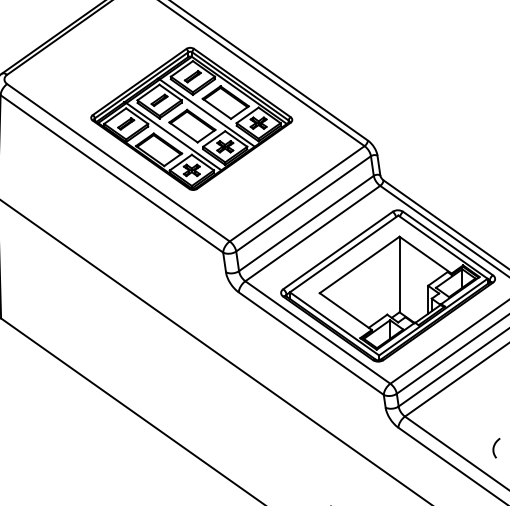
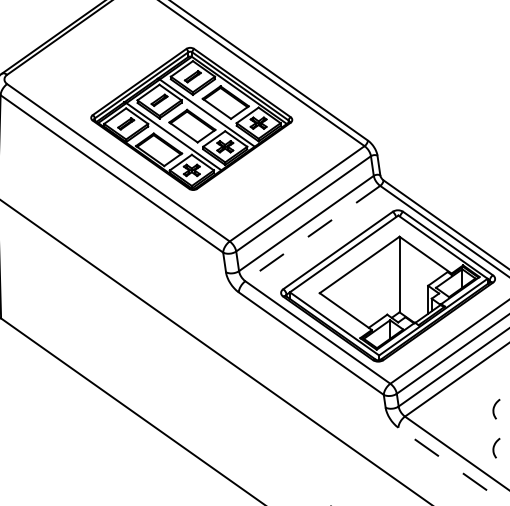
line at (312, 233): solid -> dashed
curve at (494, 408): none -> present
line at (453, 466): solid -> dashed
